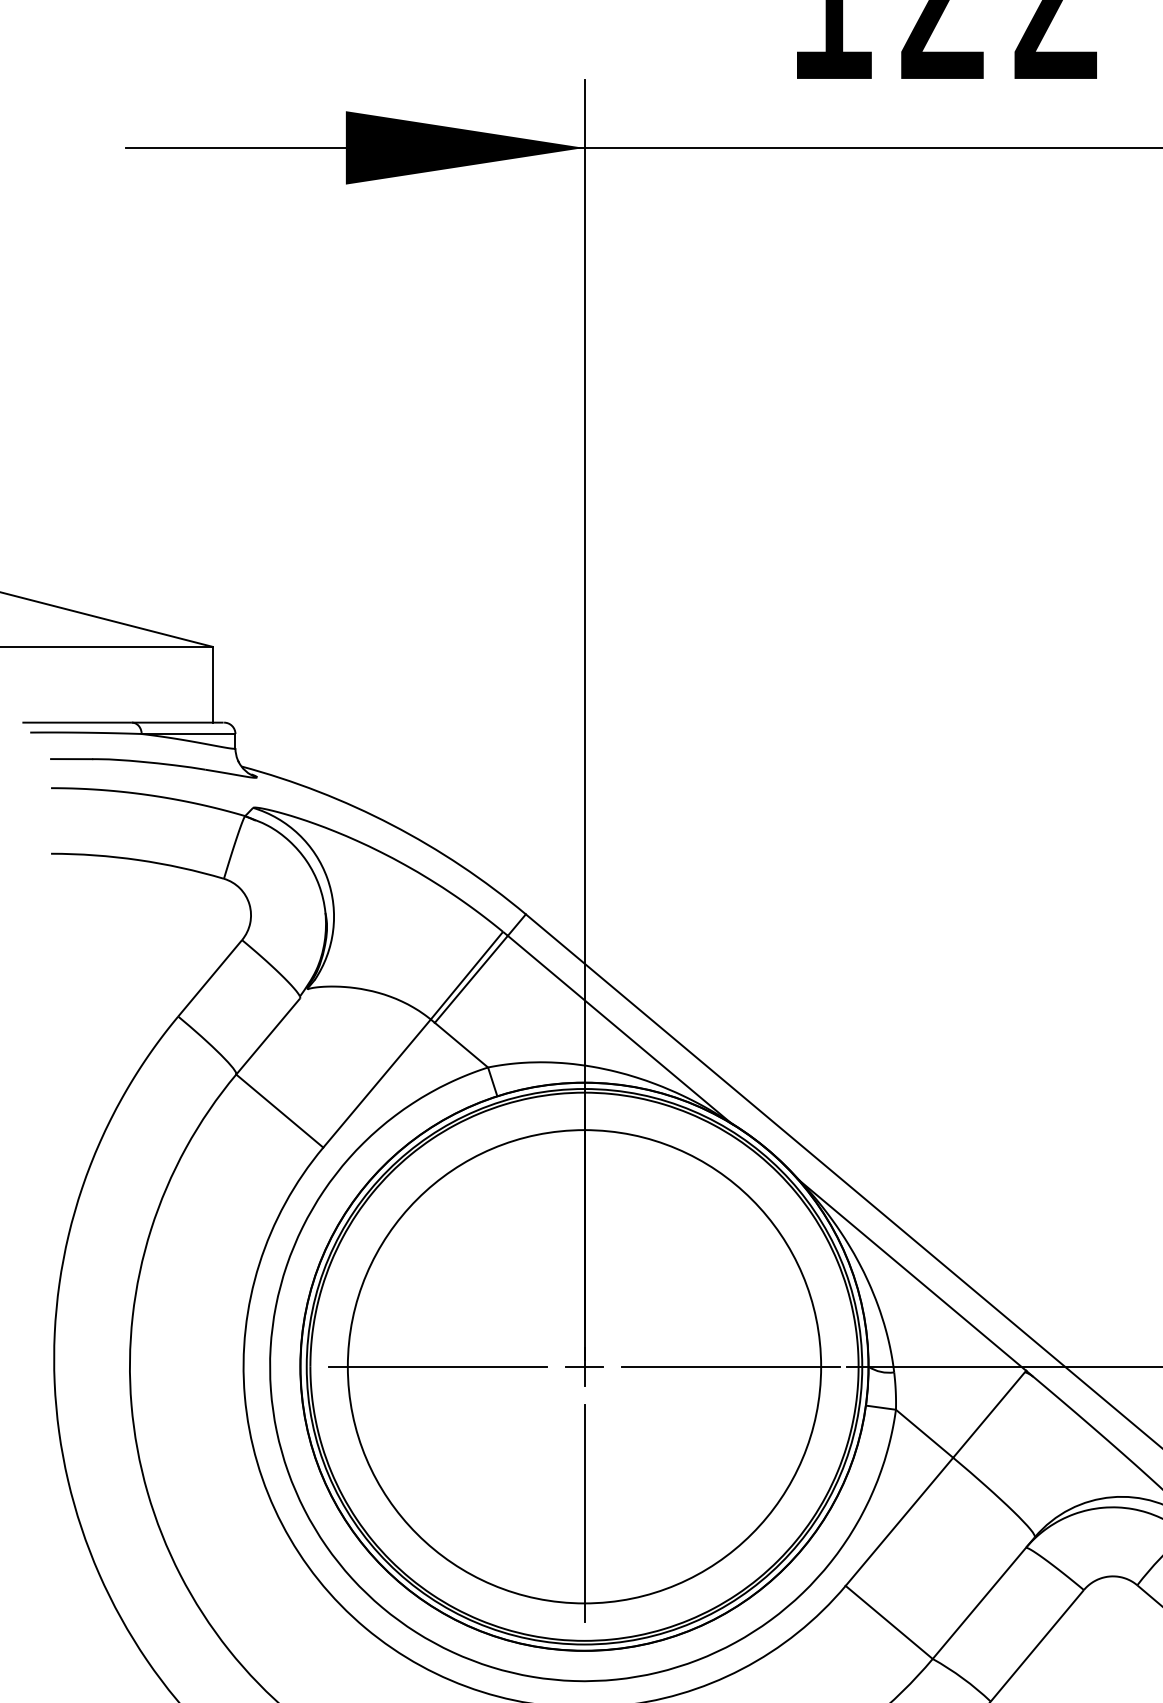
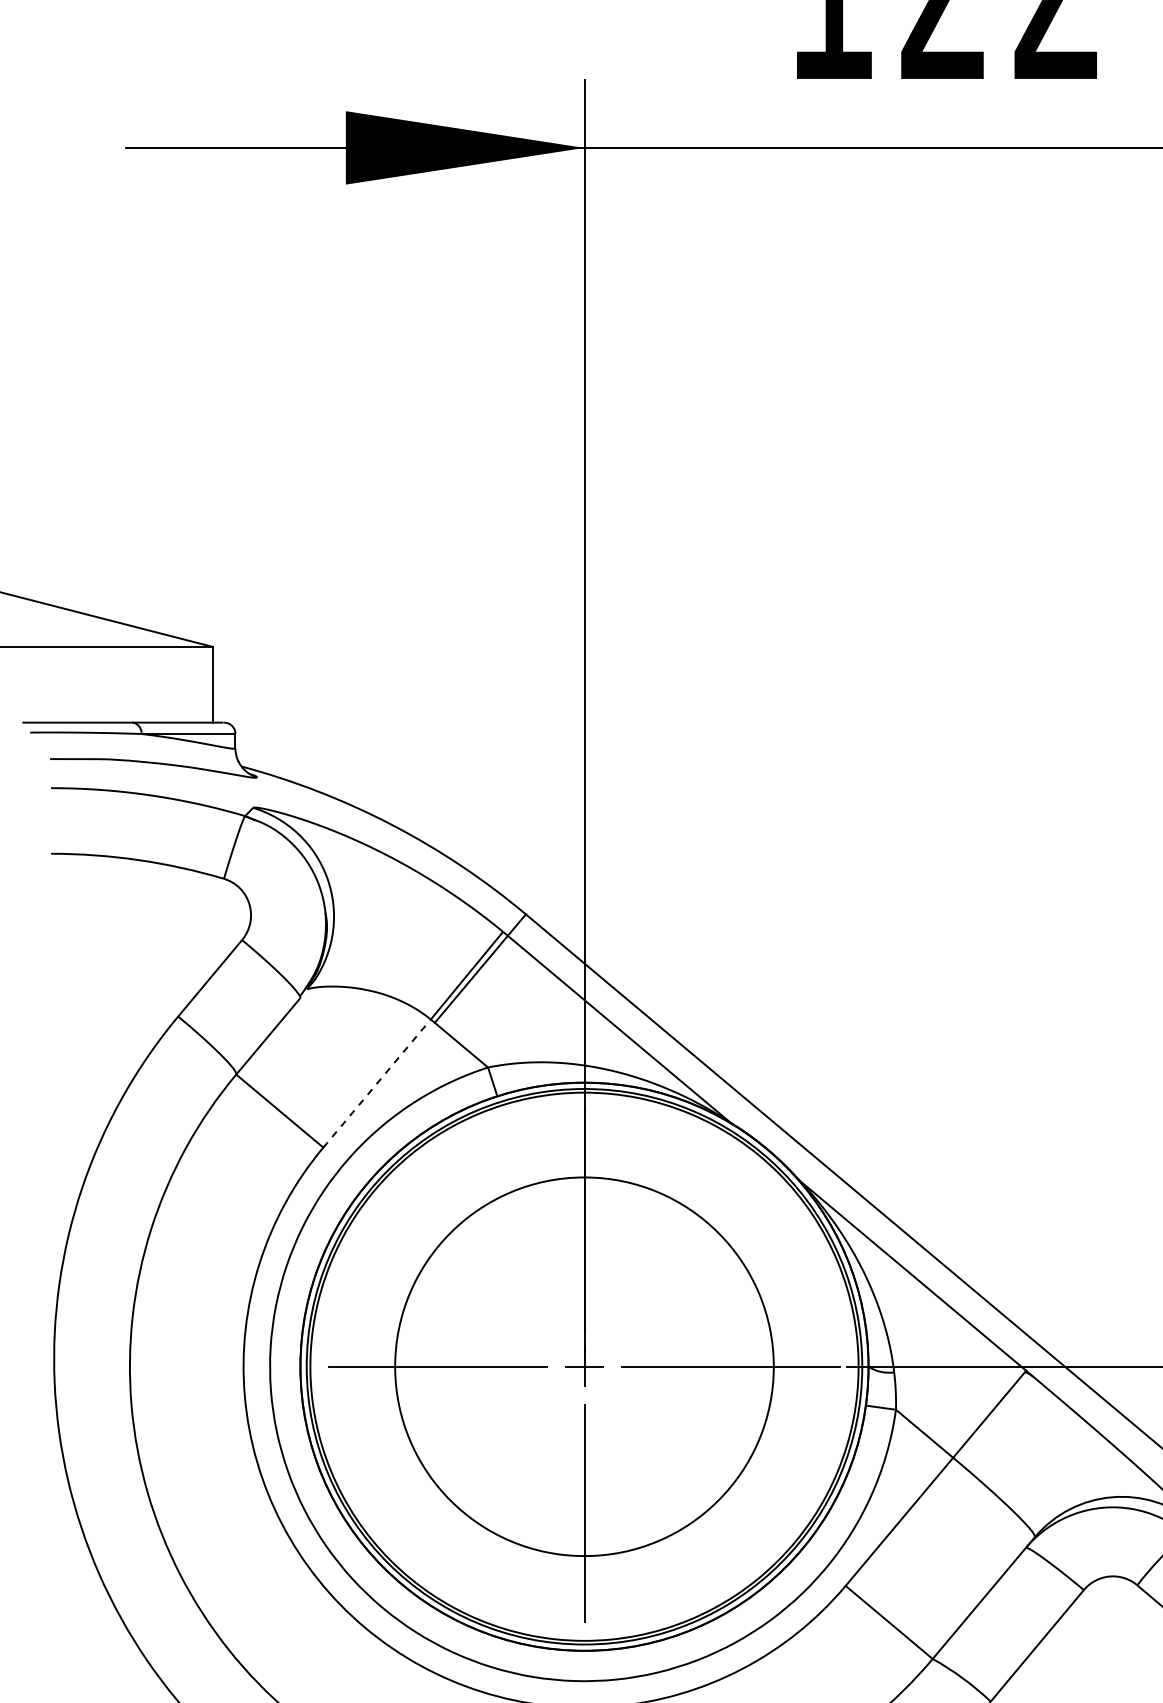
line at (377, 1083): solid -> dashed
circle at (584, 1366) diameter: 473 px -> 379 px
